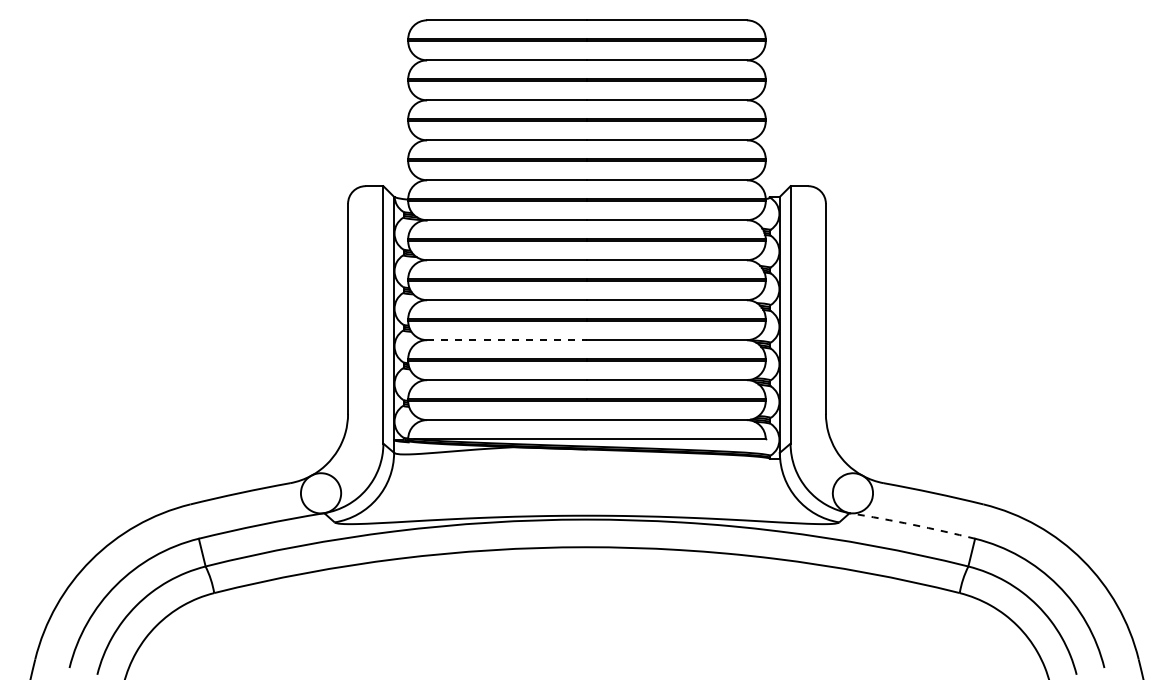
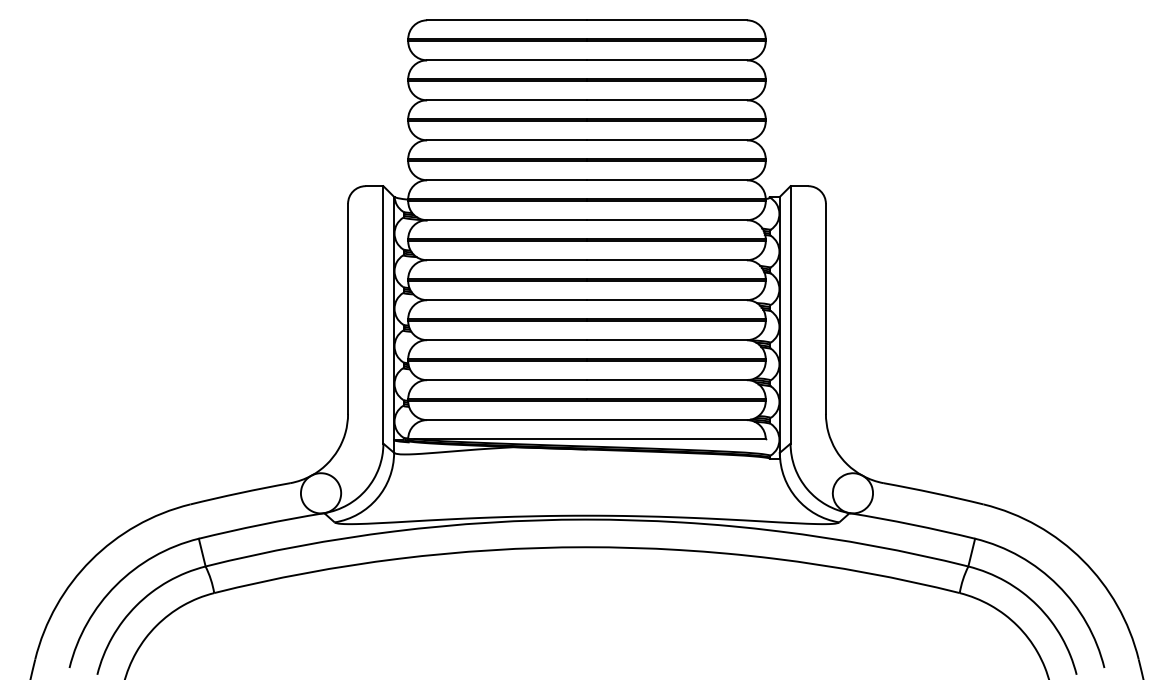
line at (507, 340): dashed -> solid
arc at (912, 524): dashed -> solid
